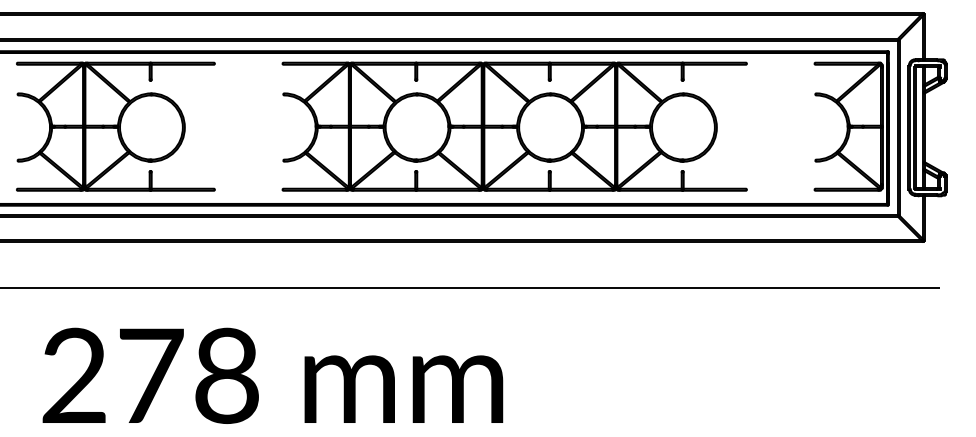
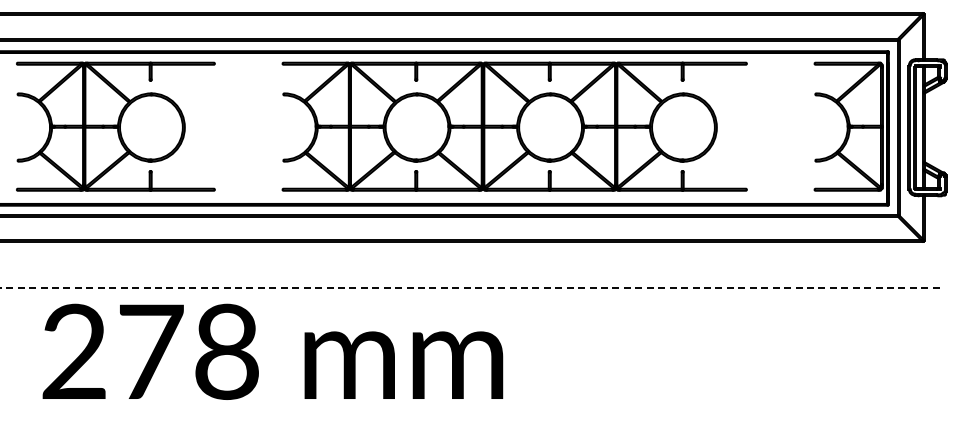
line at (469, 287): solid -> dashed
text at (272, 375) position: (272, 375) -> (272, 351)
